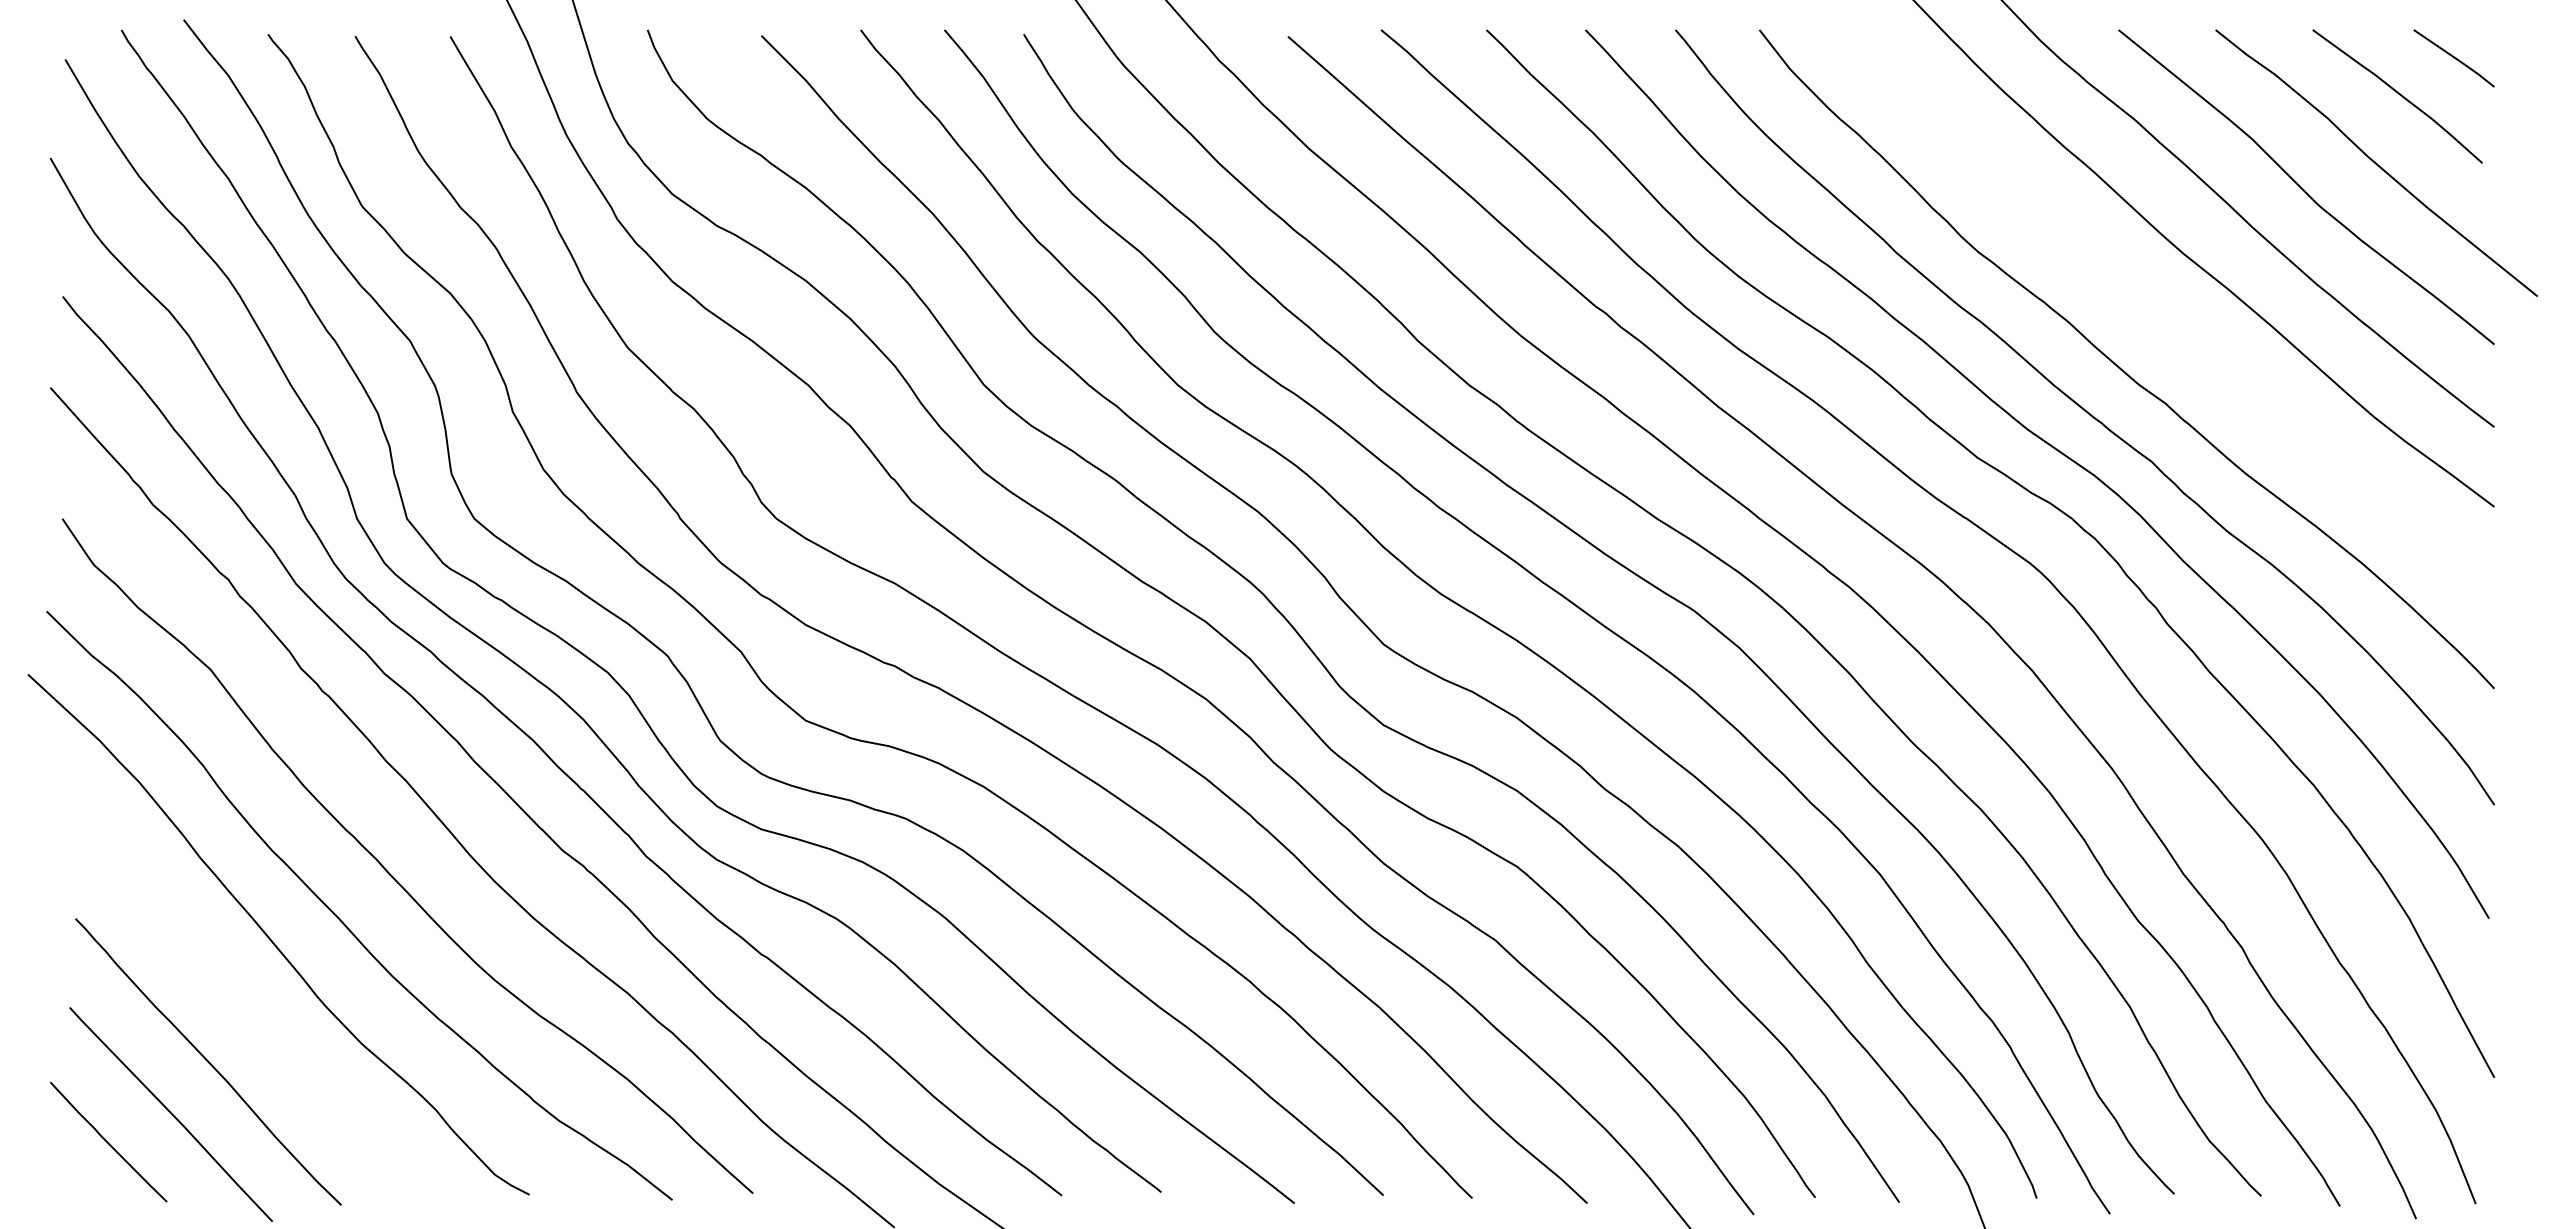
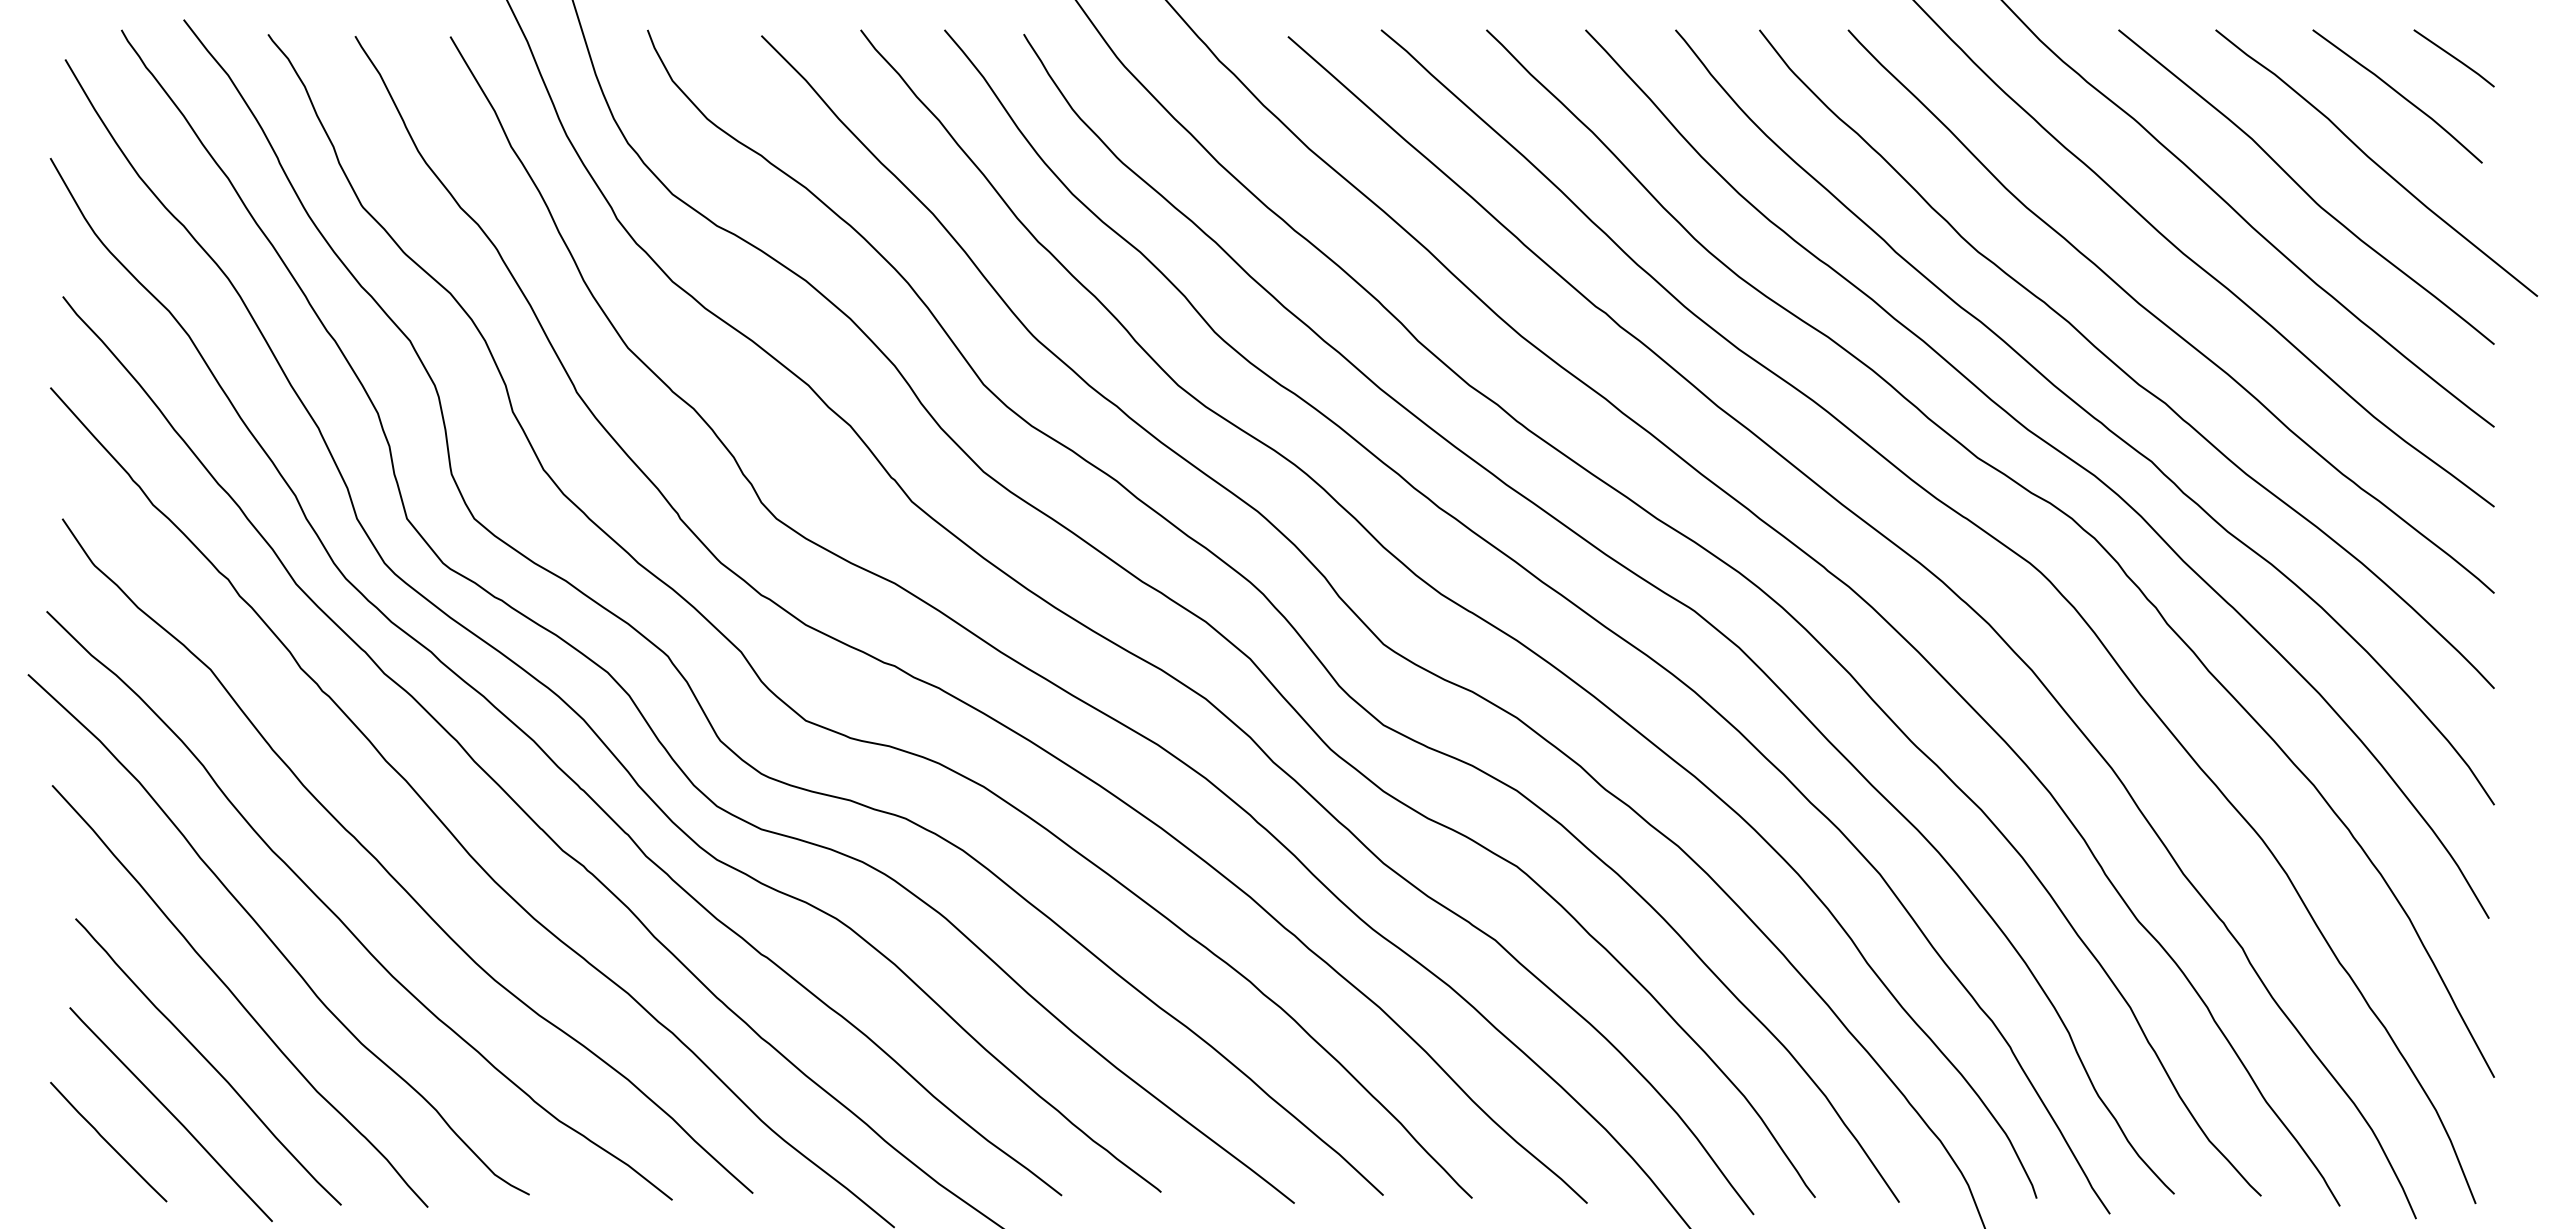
curve at (2163, 321): none -> present
curve at (237, 997): none -> present
